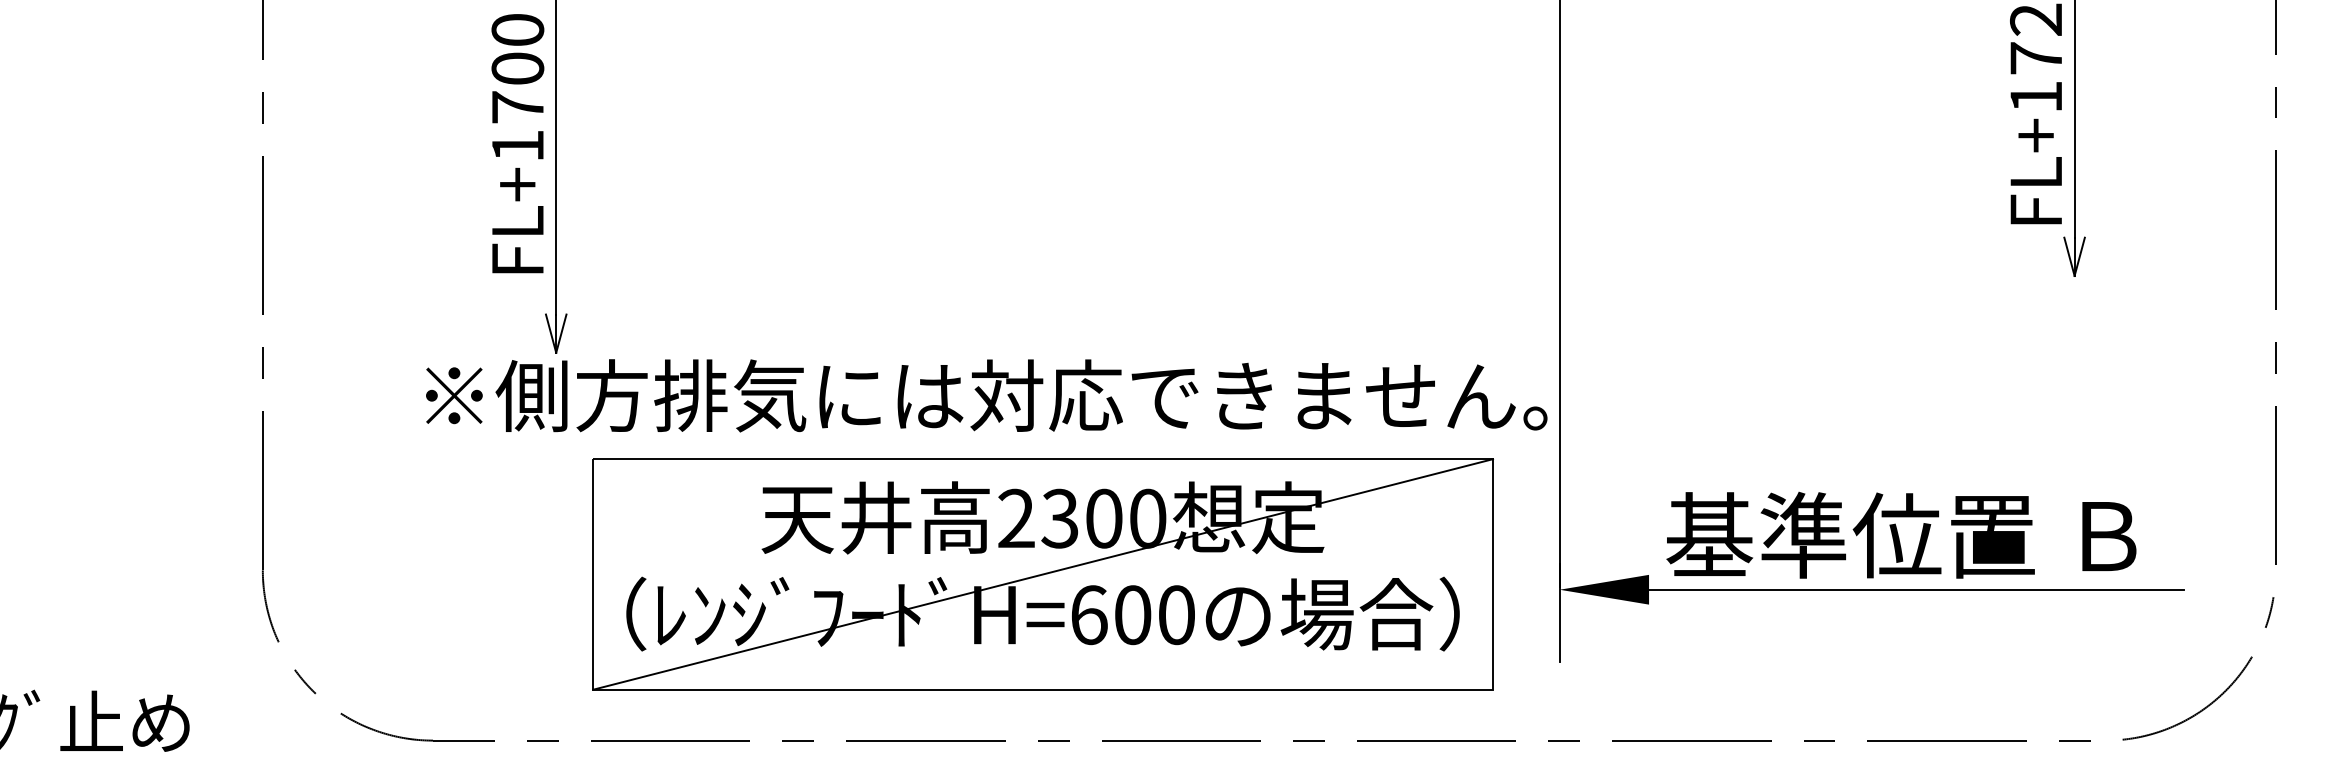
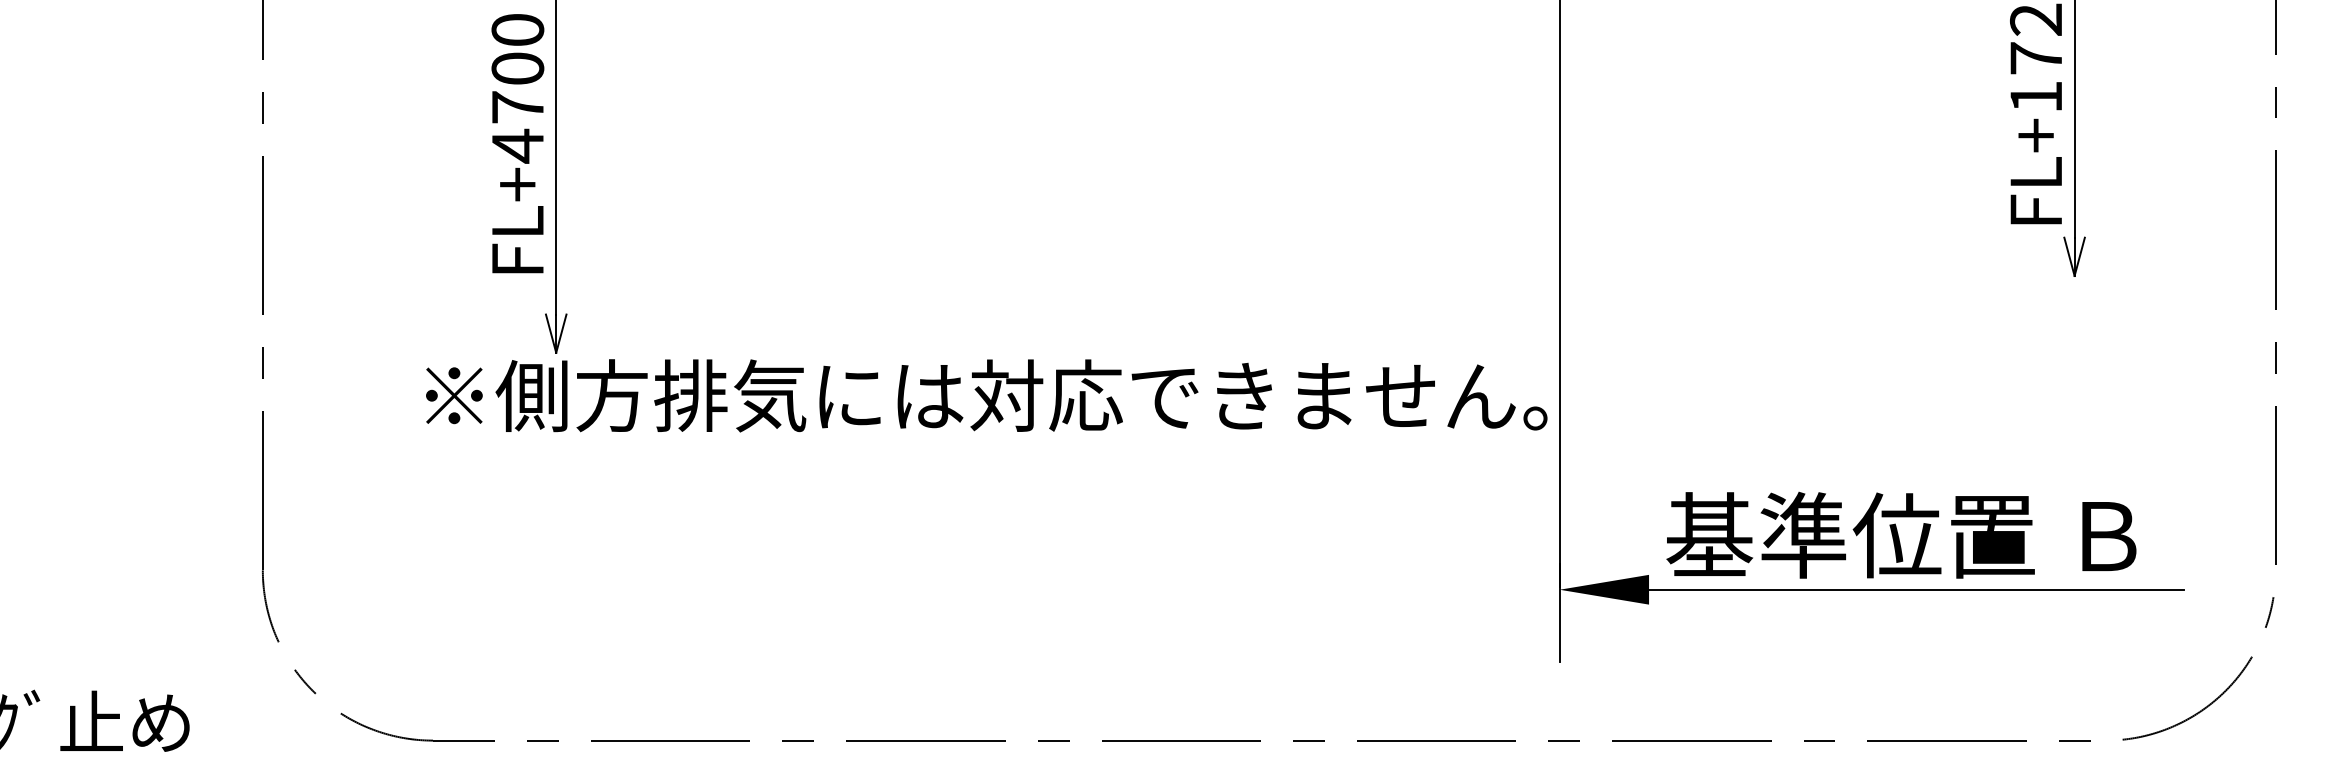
text at (517, 145): FL+1700 -> FL+4700
part at (1042, 574): present -> none
